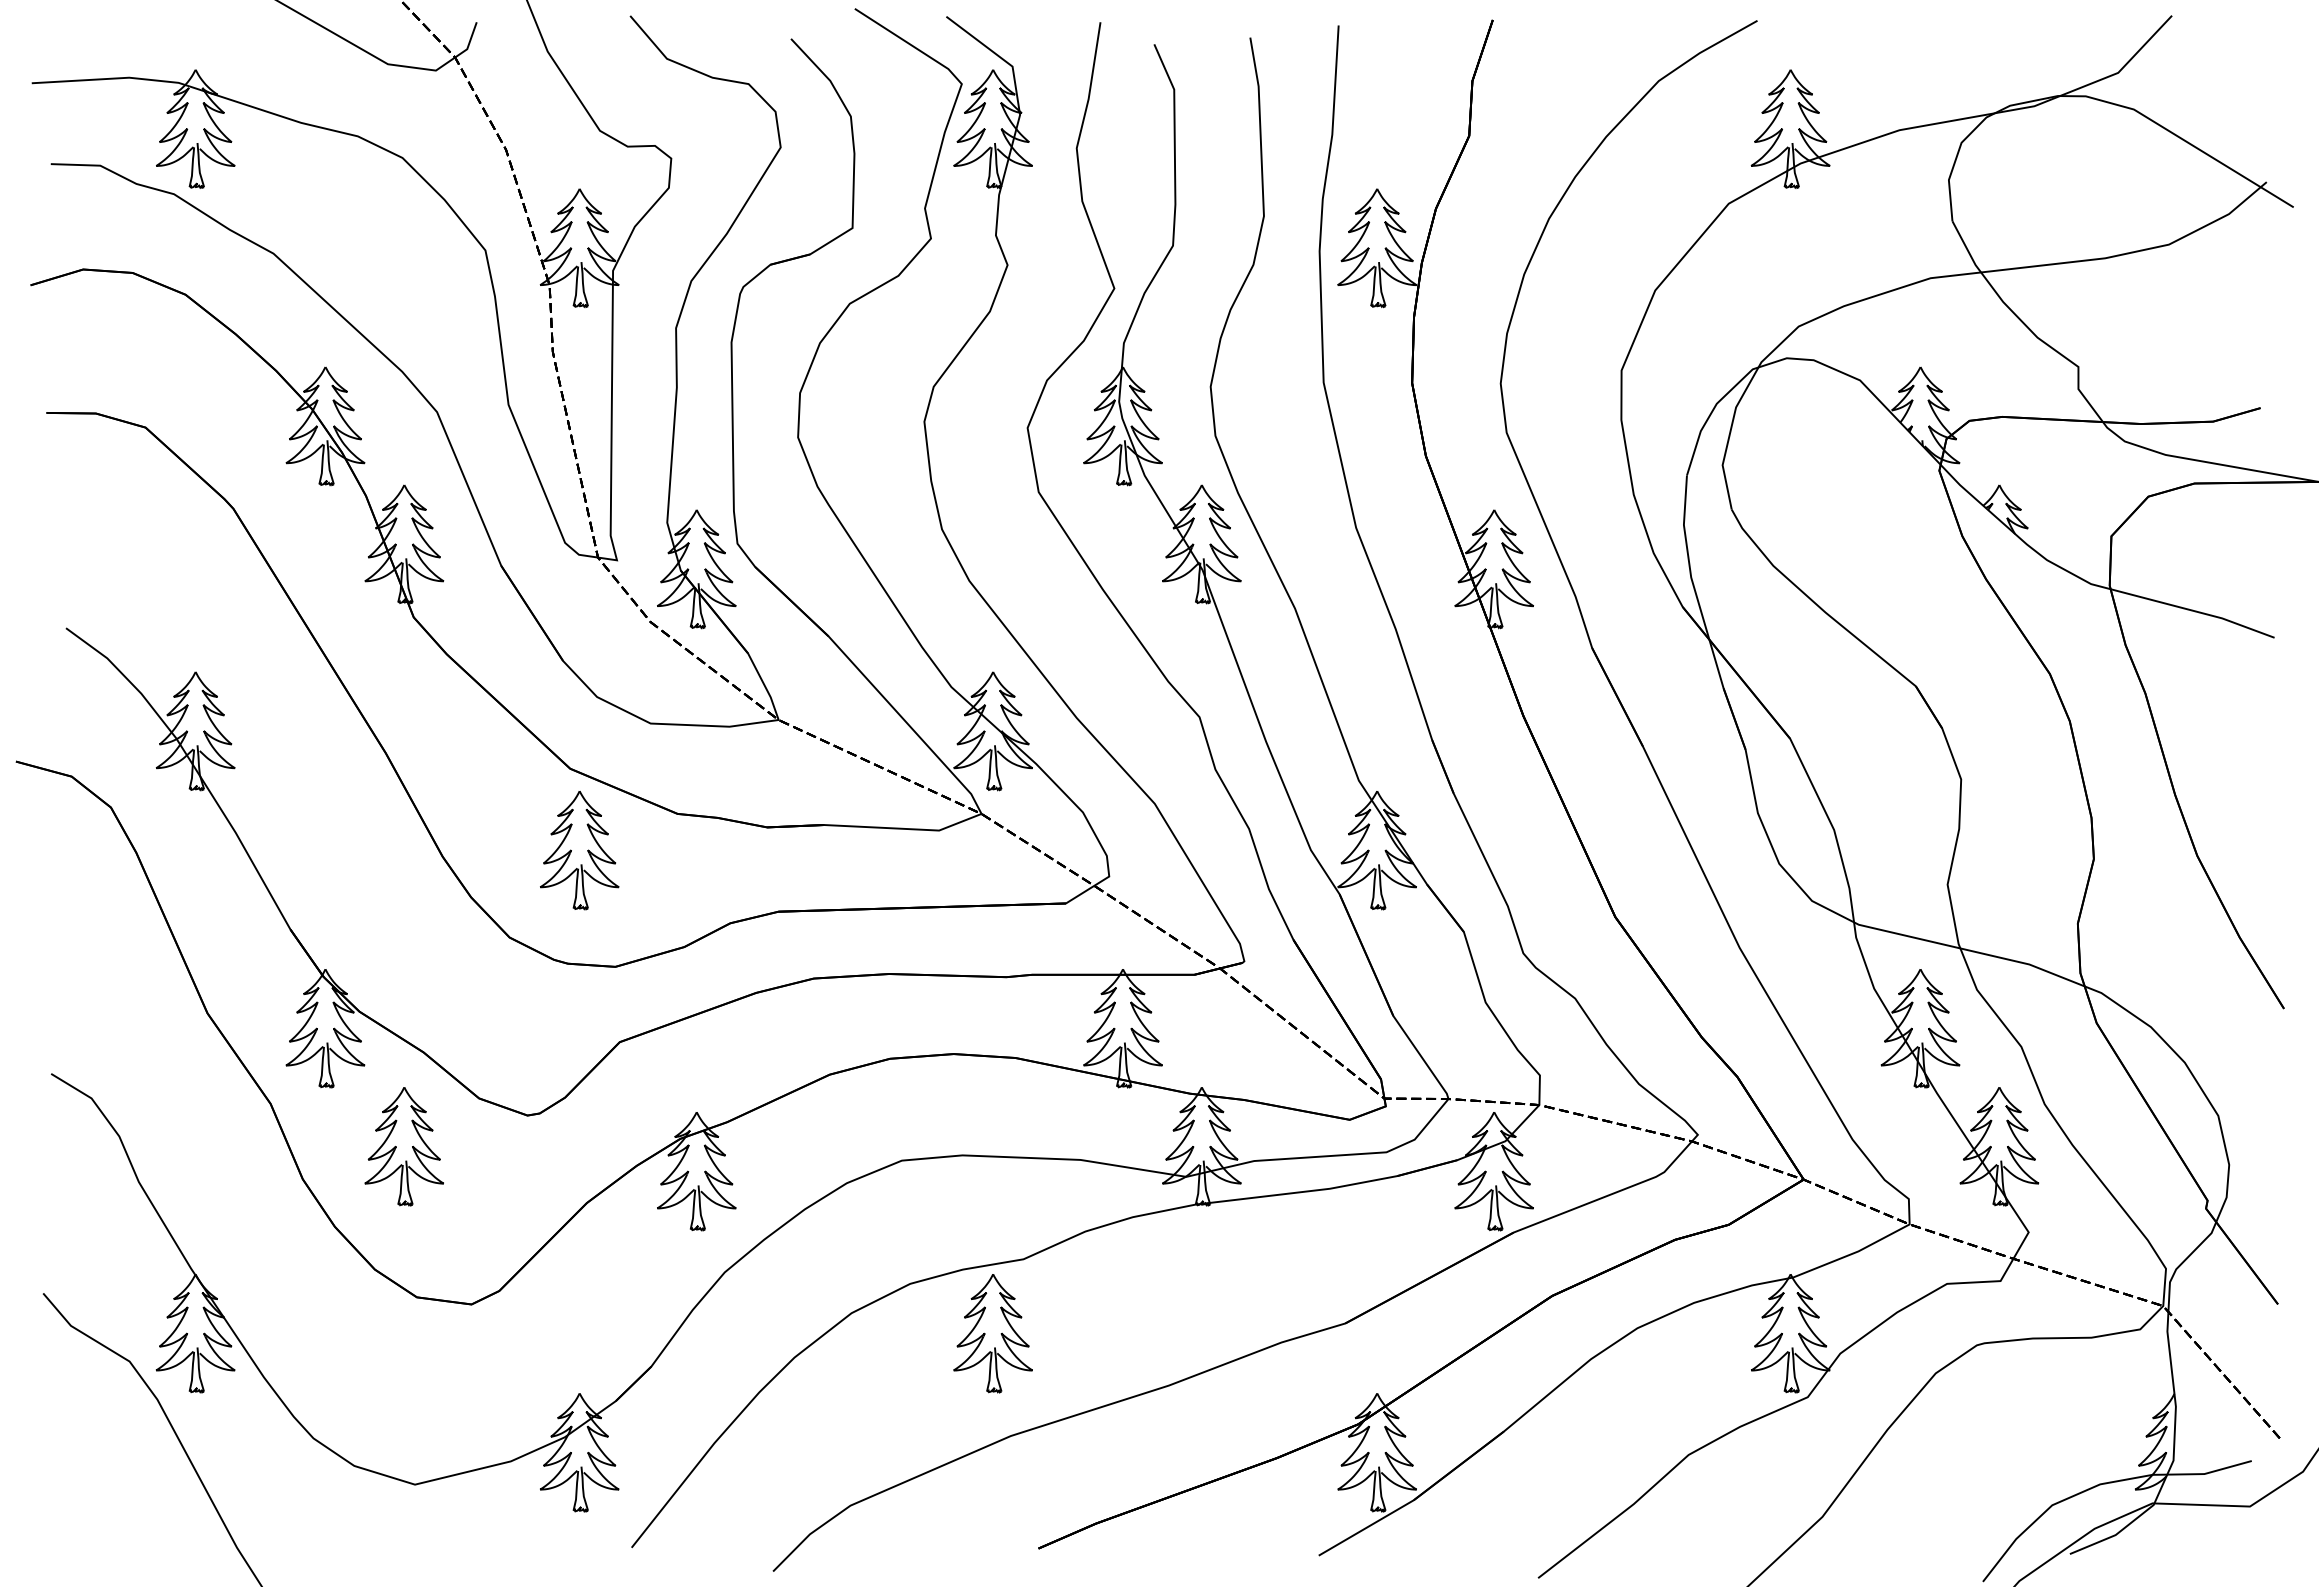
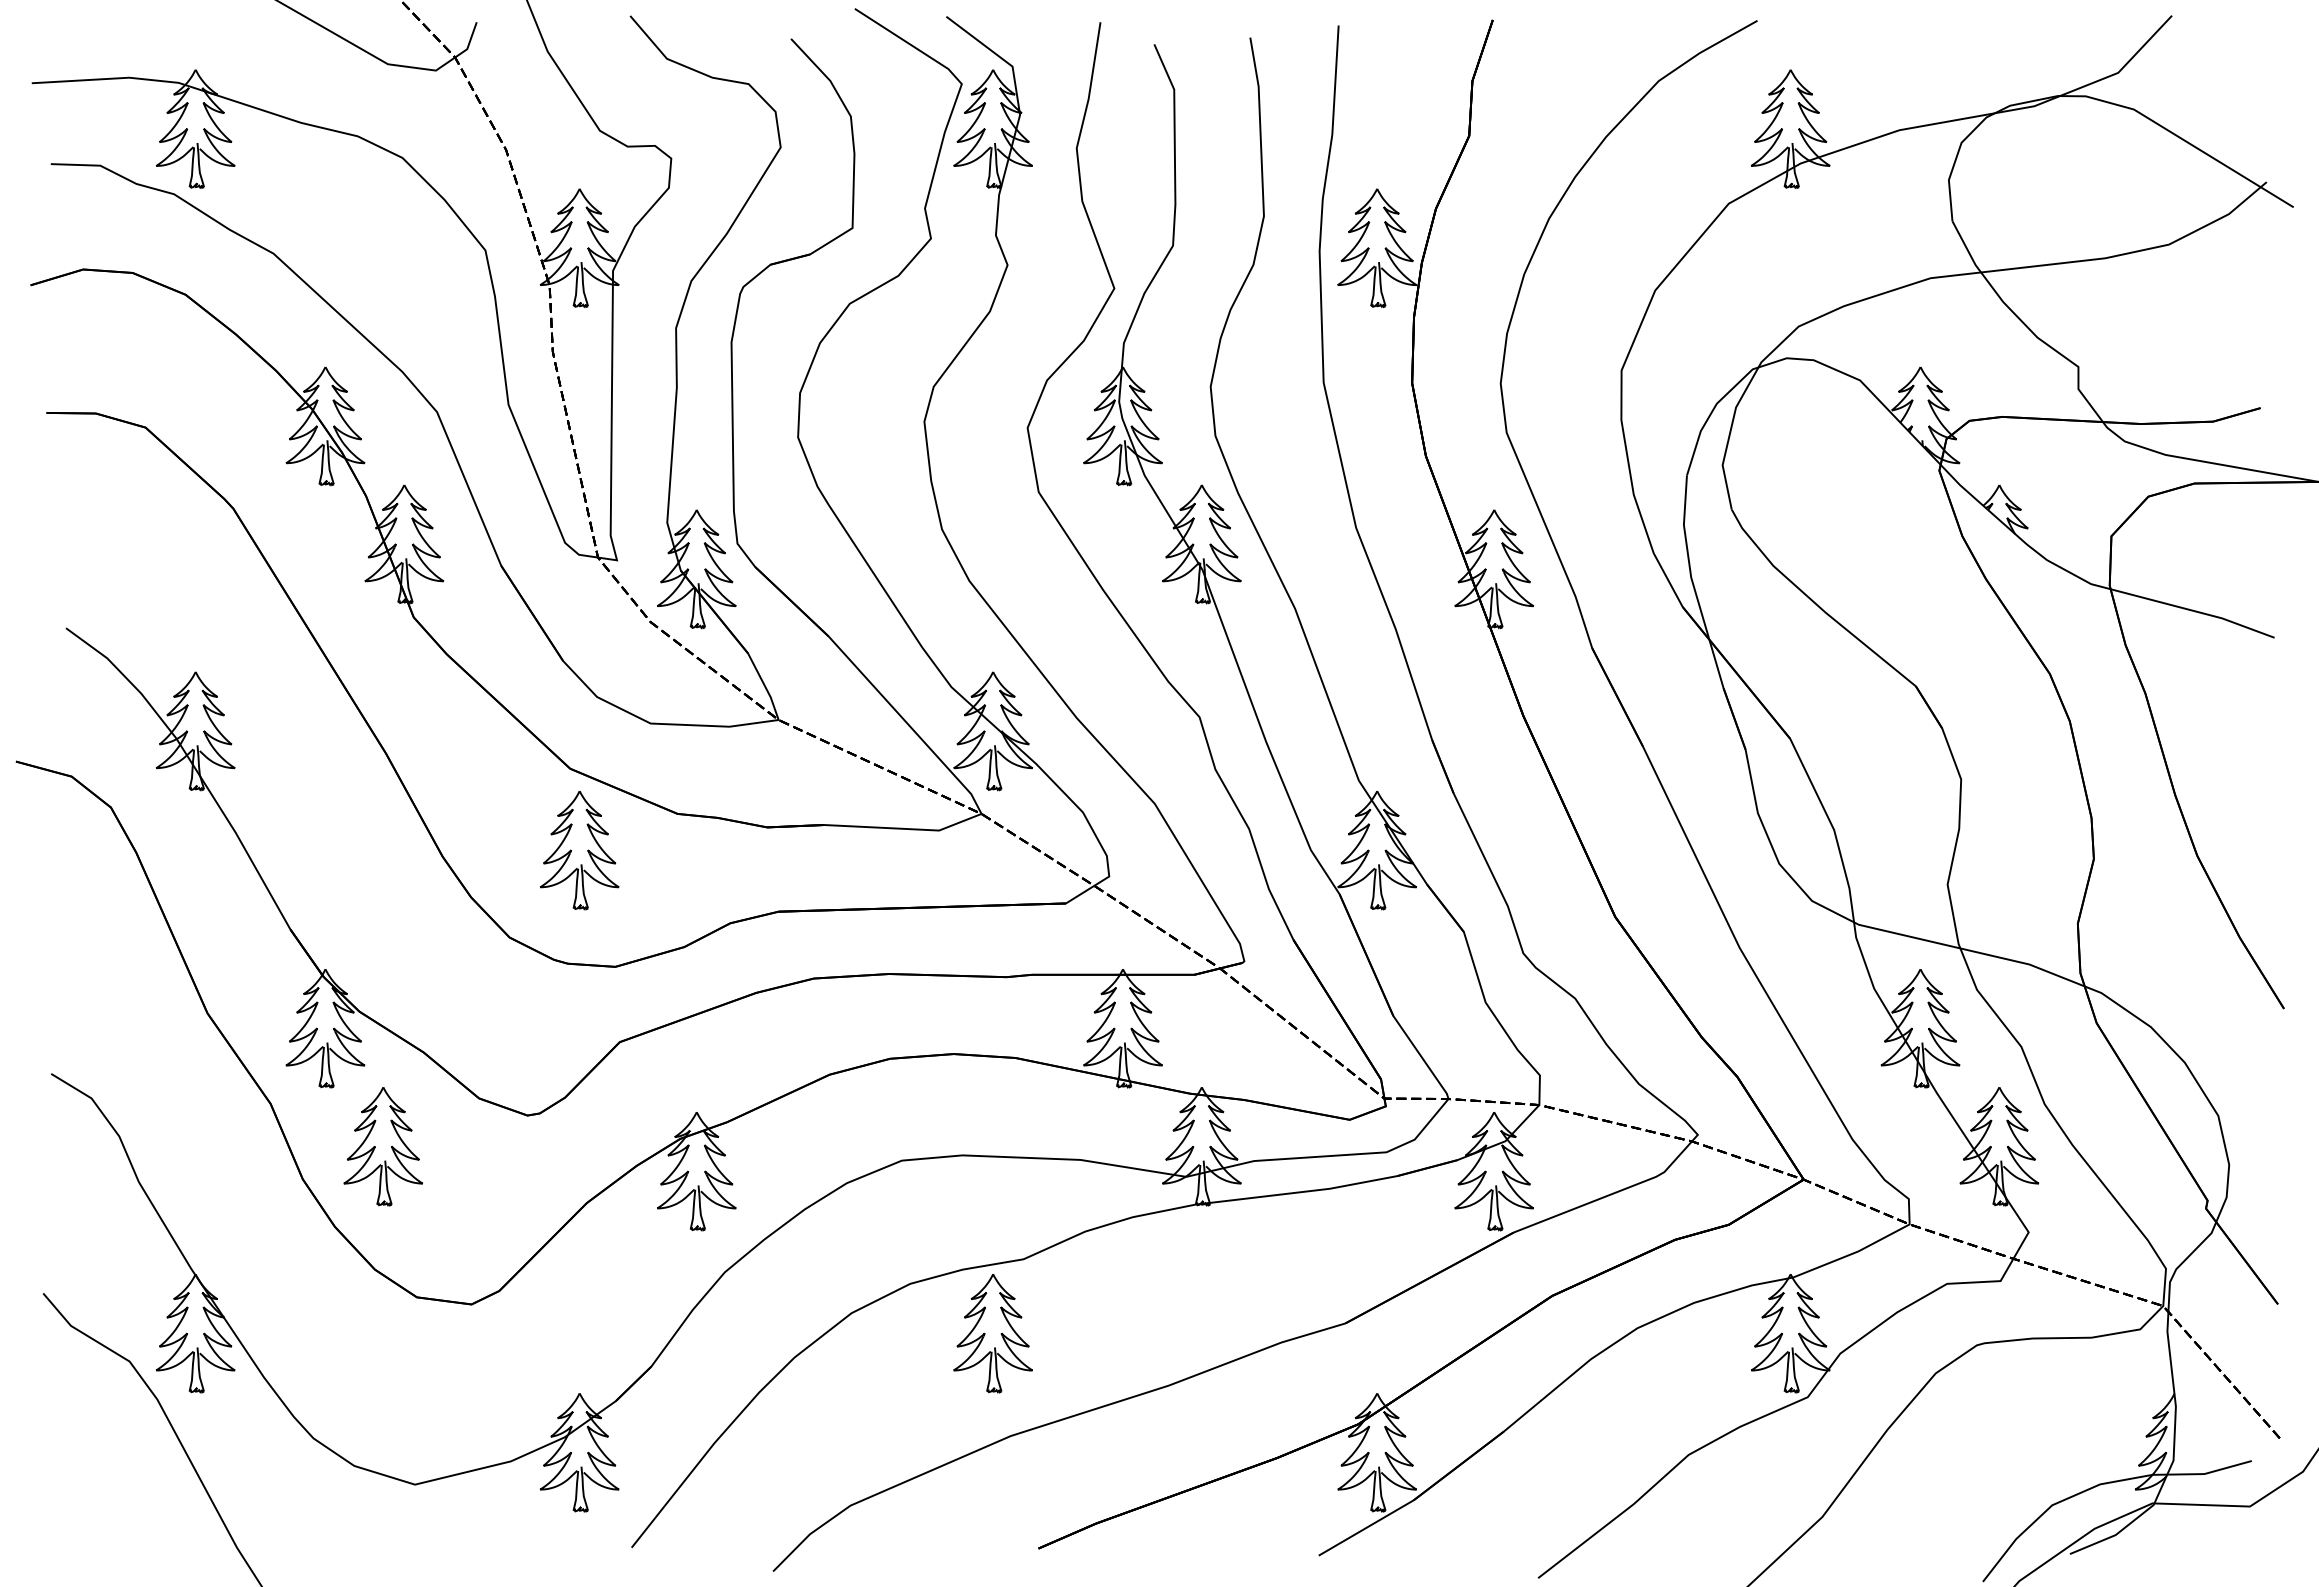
part at (403, 1146) position: (403, 1146) -> (382, 1146)
